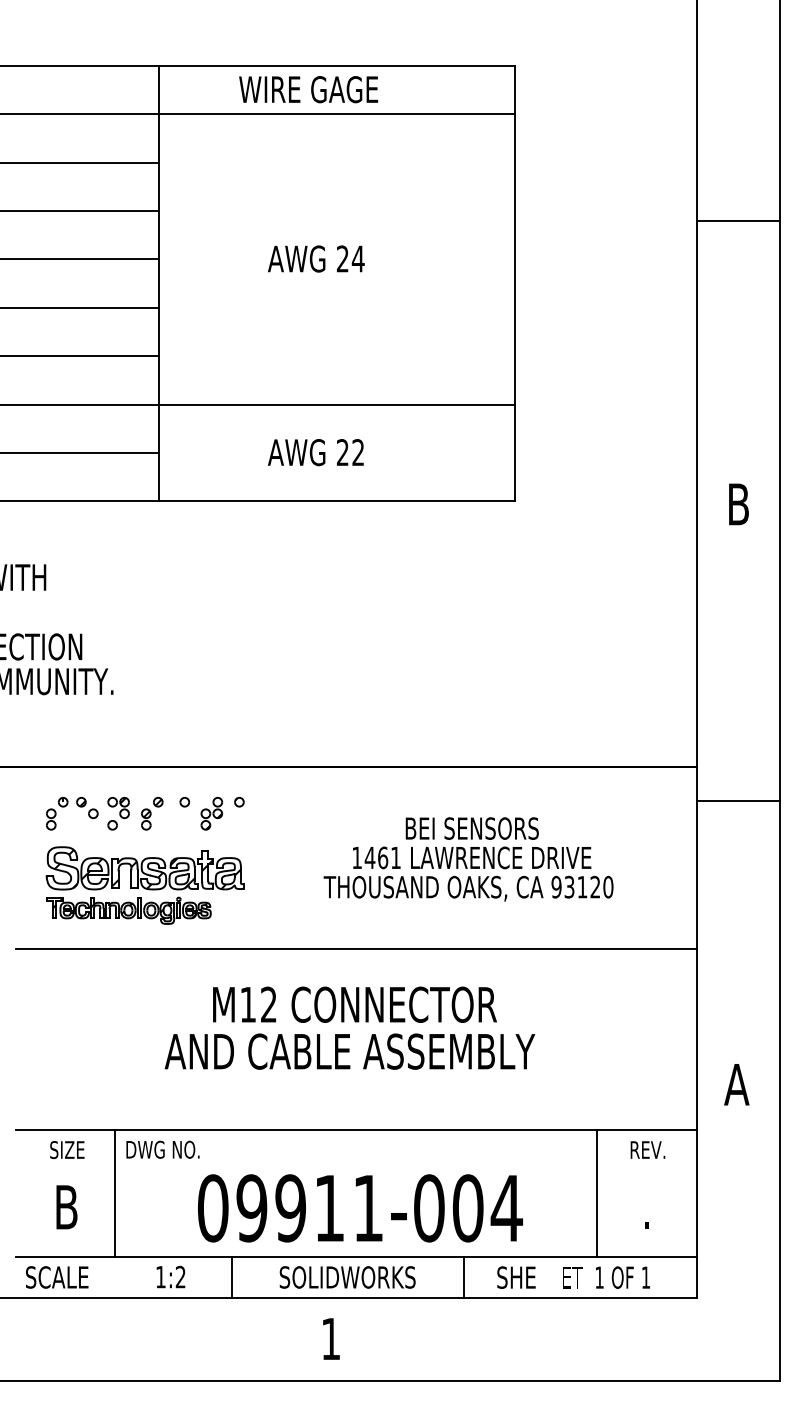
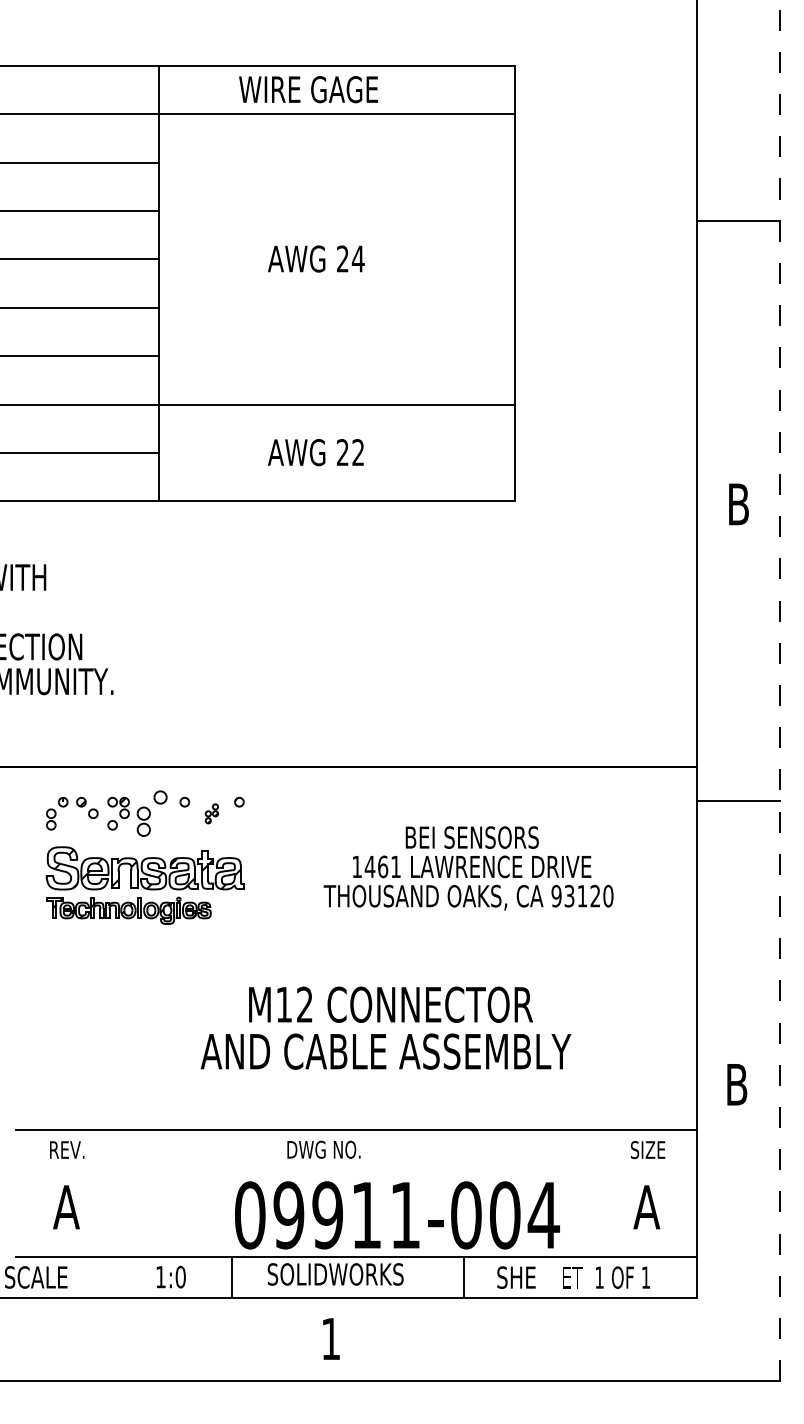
line at (779, 690): solid -> dashed
part at (152, 813) size: 23x34 px -> 32x47 px
part at (211, 813) size: 24x34 px -> 15x22 px
text at (468, 859) position: (468, 859) -> (468, 868)
line at (355, 949): present -> none
text at (349, 1027) position: (349, 1027) -> (385, 1027)
text at (736, 1084): A -> B
text at (162, 1149) position: (162, 1149) -> (323, 1149)
text at (67, 1150): SIZE -> REV.
text at (647, 1150): REV. -> SIZE
line at (115, 1193): present -> none
line at (597, 1193): present -> none
text at (66, 1207): B -> A
text at (646, 1207): . -> A
text at (360, 1208) position: (360, 1208) -> (397, 1215)
text at (180, 1276): 1:2 -> 1:0
text at (57, 1277) position: (57, 1277) -> (36, 1277)
text at (347, 1277) position: (347, 1277) -> (335, 1274)
